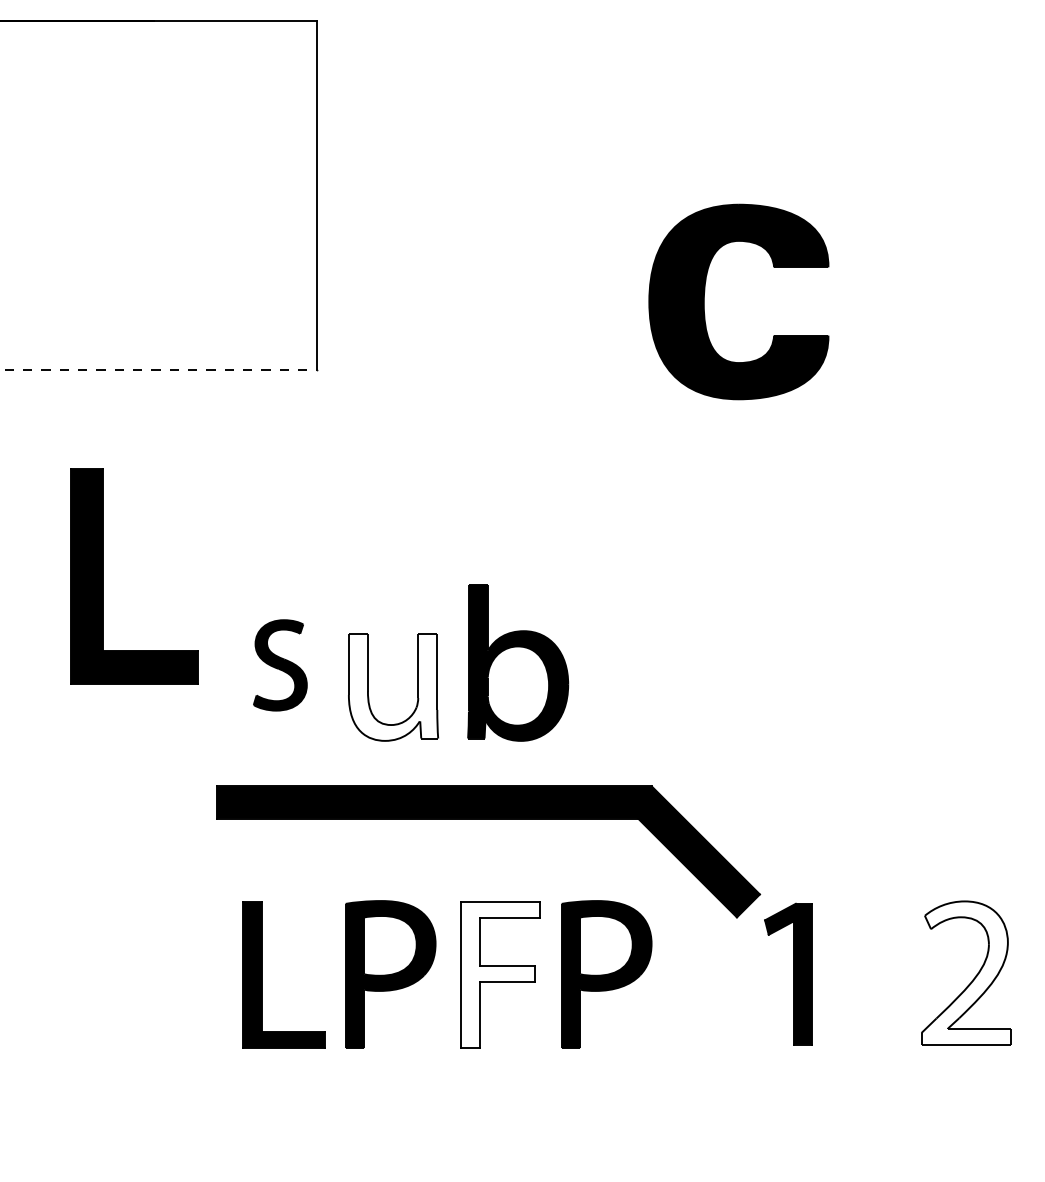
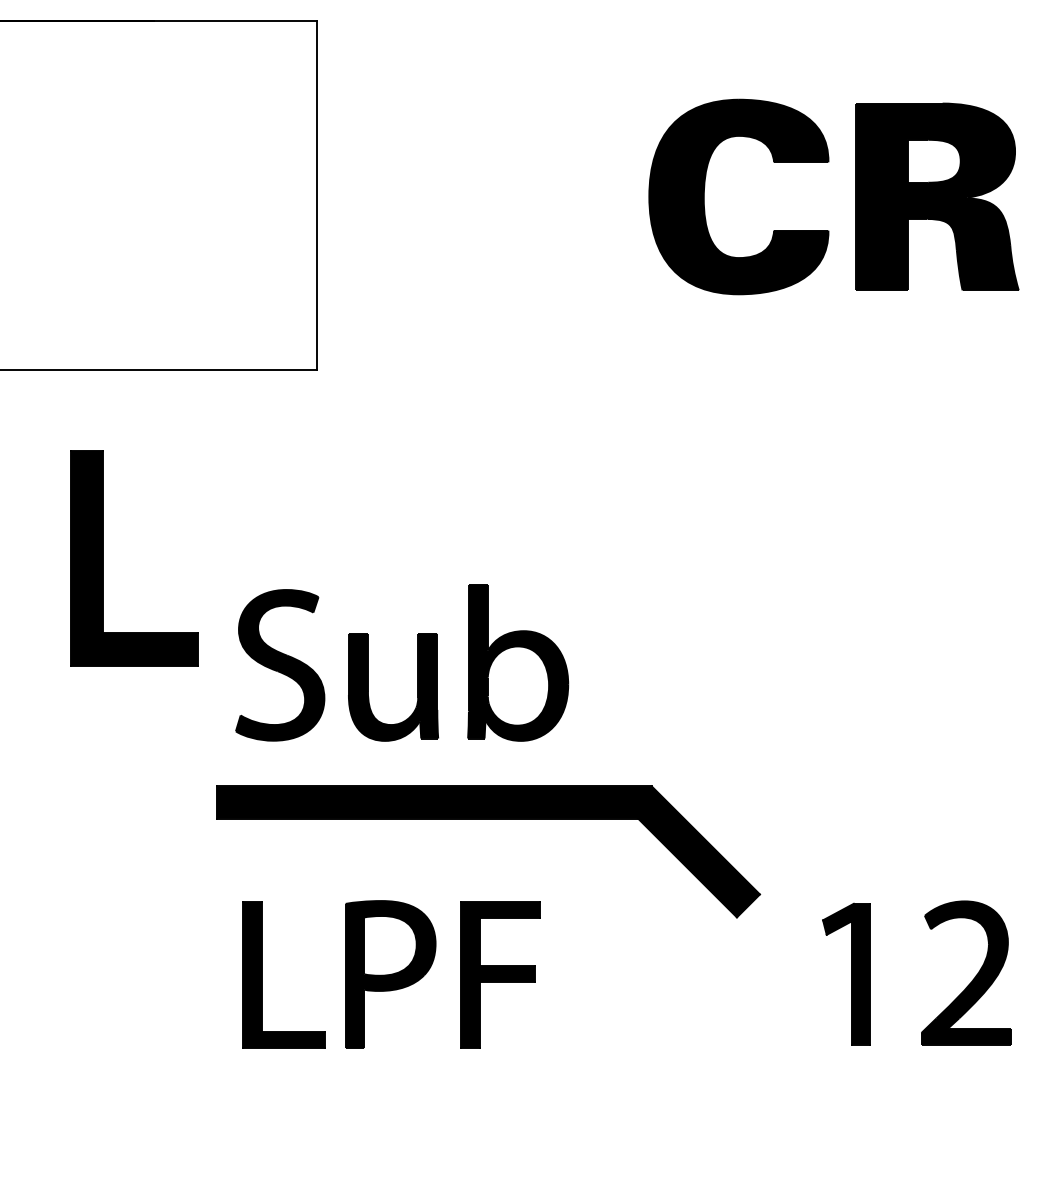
part at (937, 196): none -> present
part at (704, 301) position: (704, 301) -> (704, 196)
line at (158, 369): dashed -> solid
part at (103, 576) position: (103, 576) -> (103, 558)
part at (280, 665) size: 55x93 px -> 91x153 px
fill at (393, 686): none -> present
fill at (966, 972): none -> present
part at (788, 973) position: (788, 973) -> (846, 973)
part at (606, 974): present -> none
fill at (499, 975): none -> present
